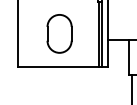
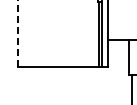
line at (18, 33): solid -> dashed
part at (59, 33): present -> none
